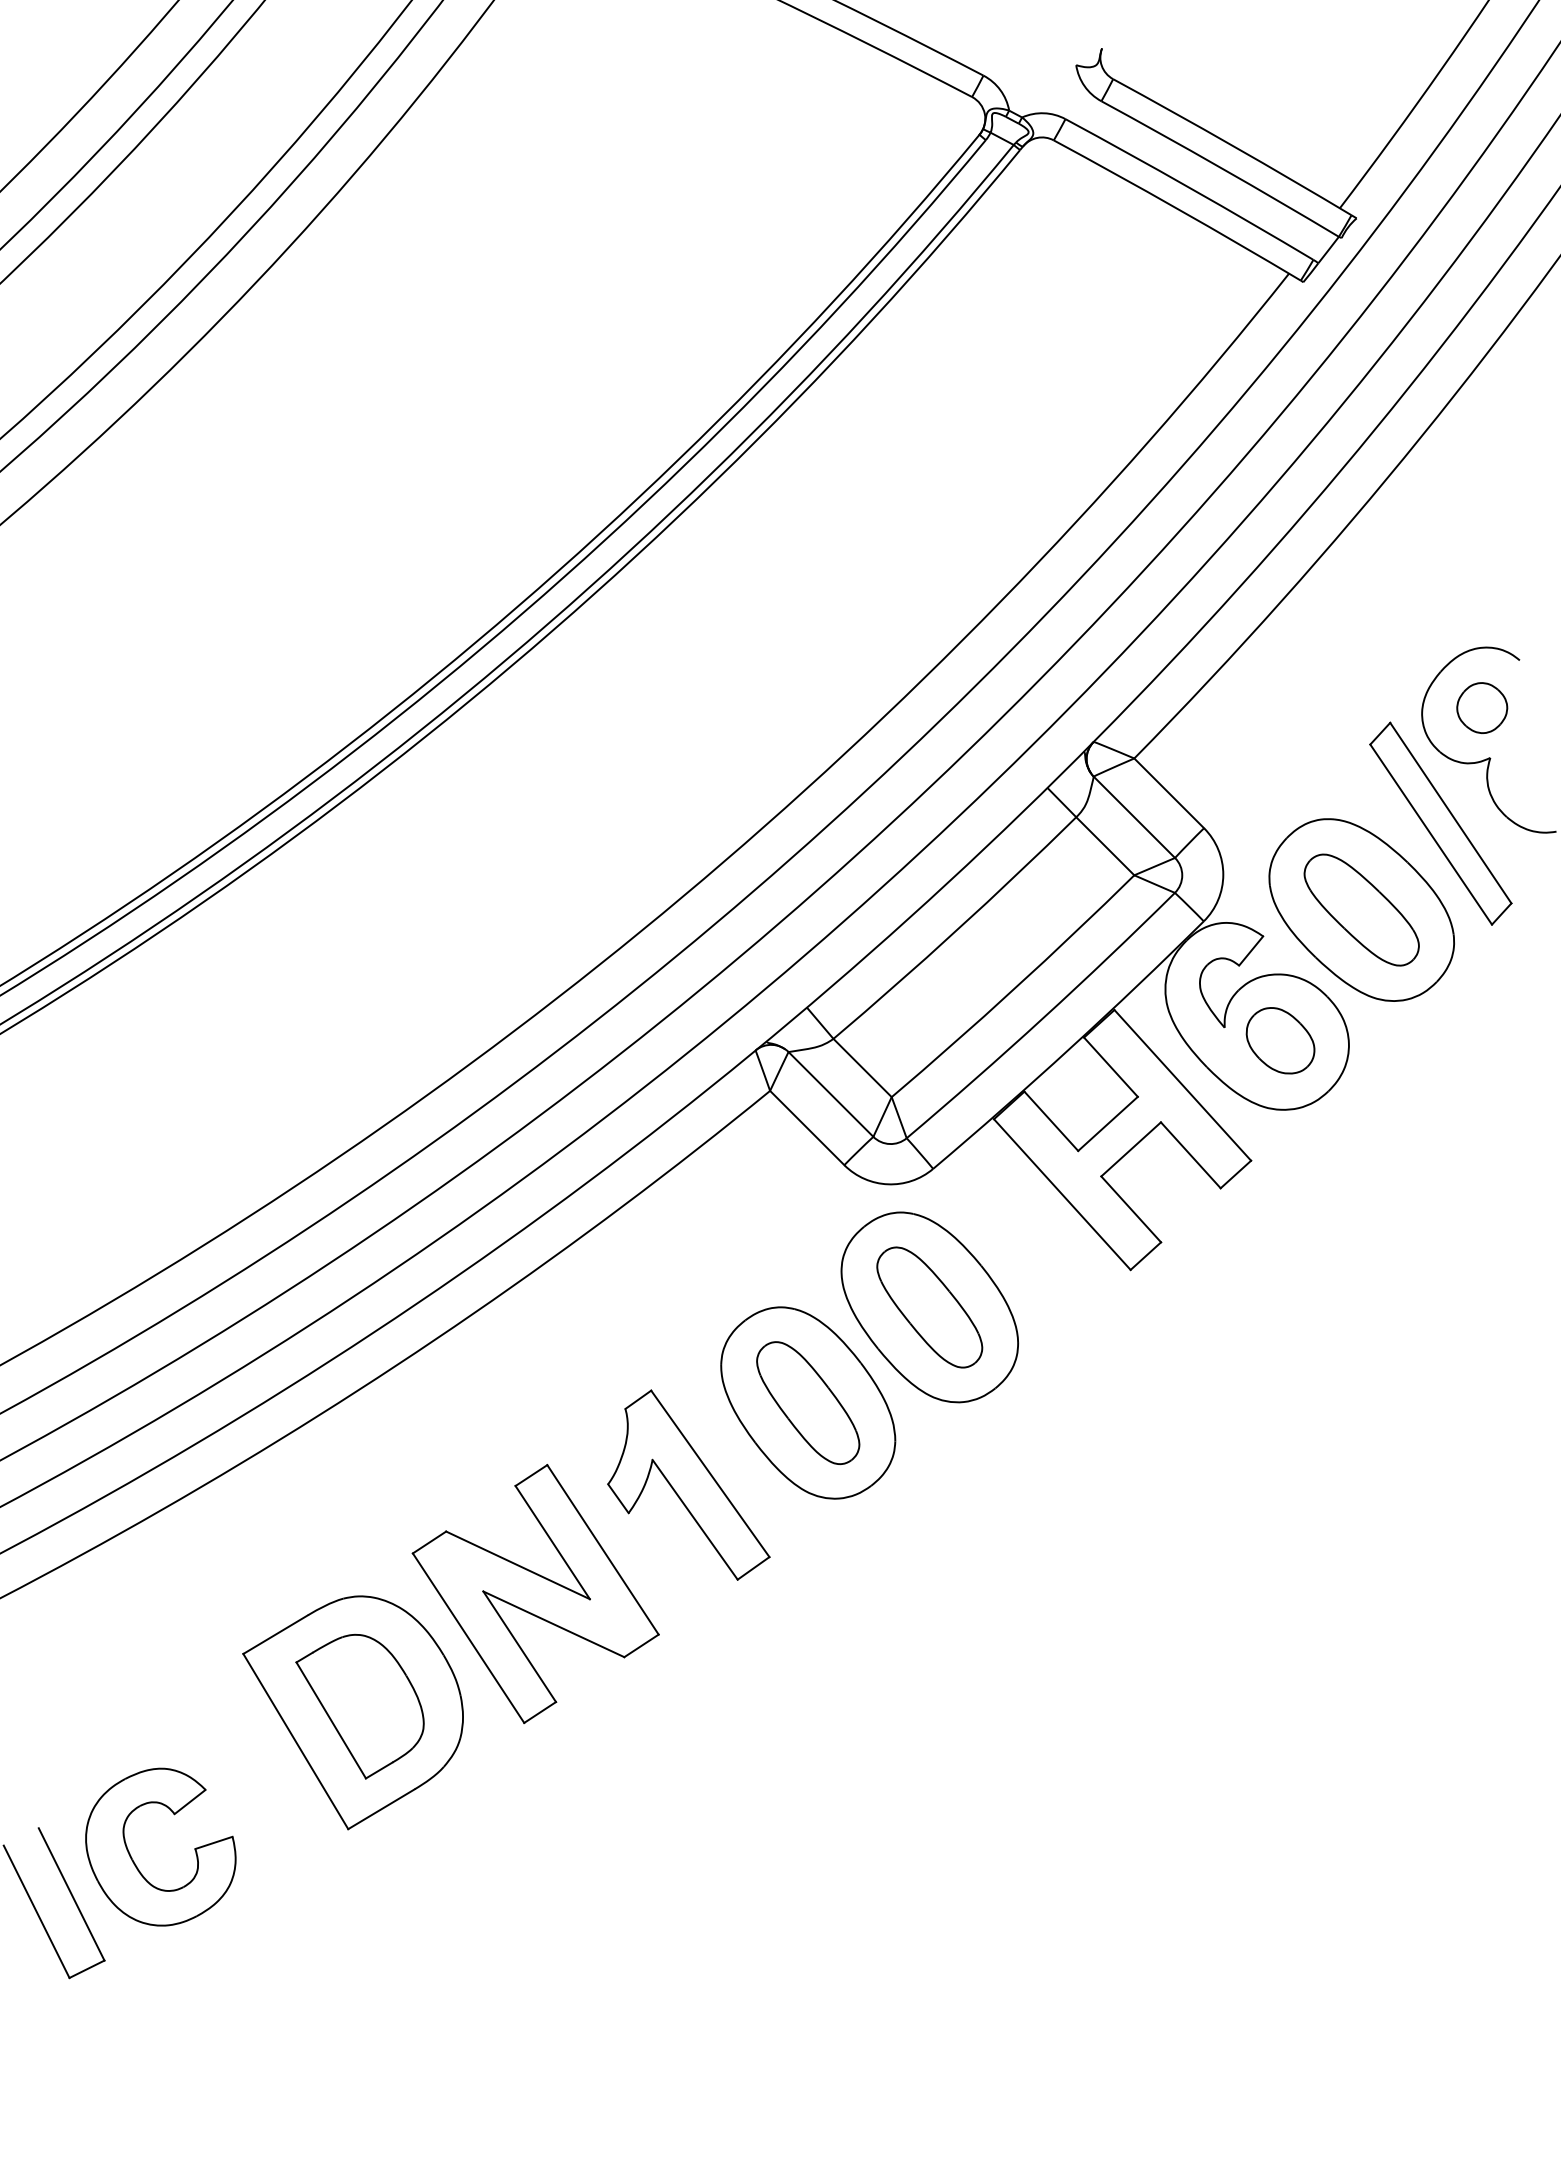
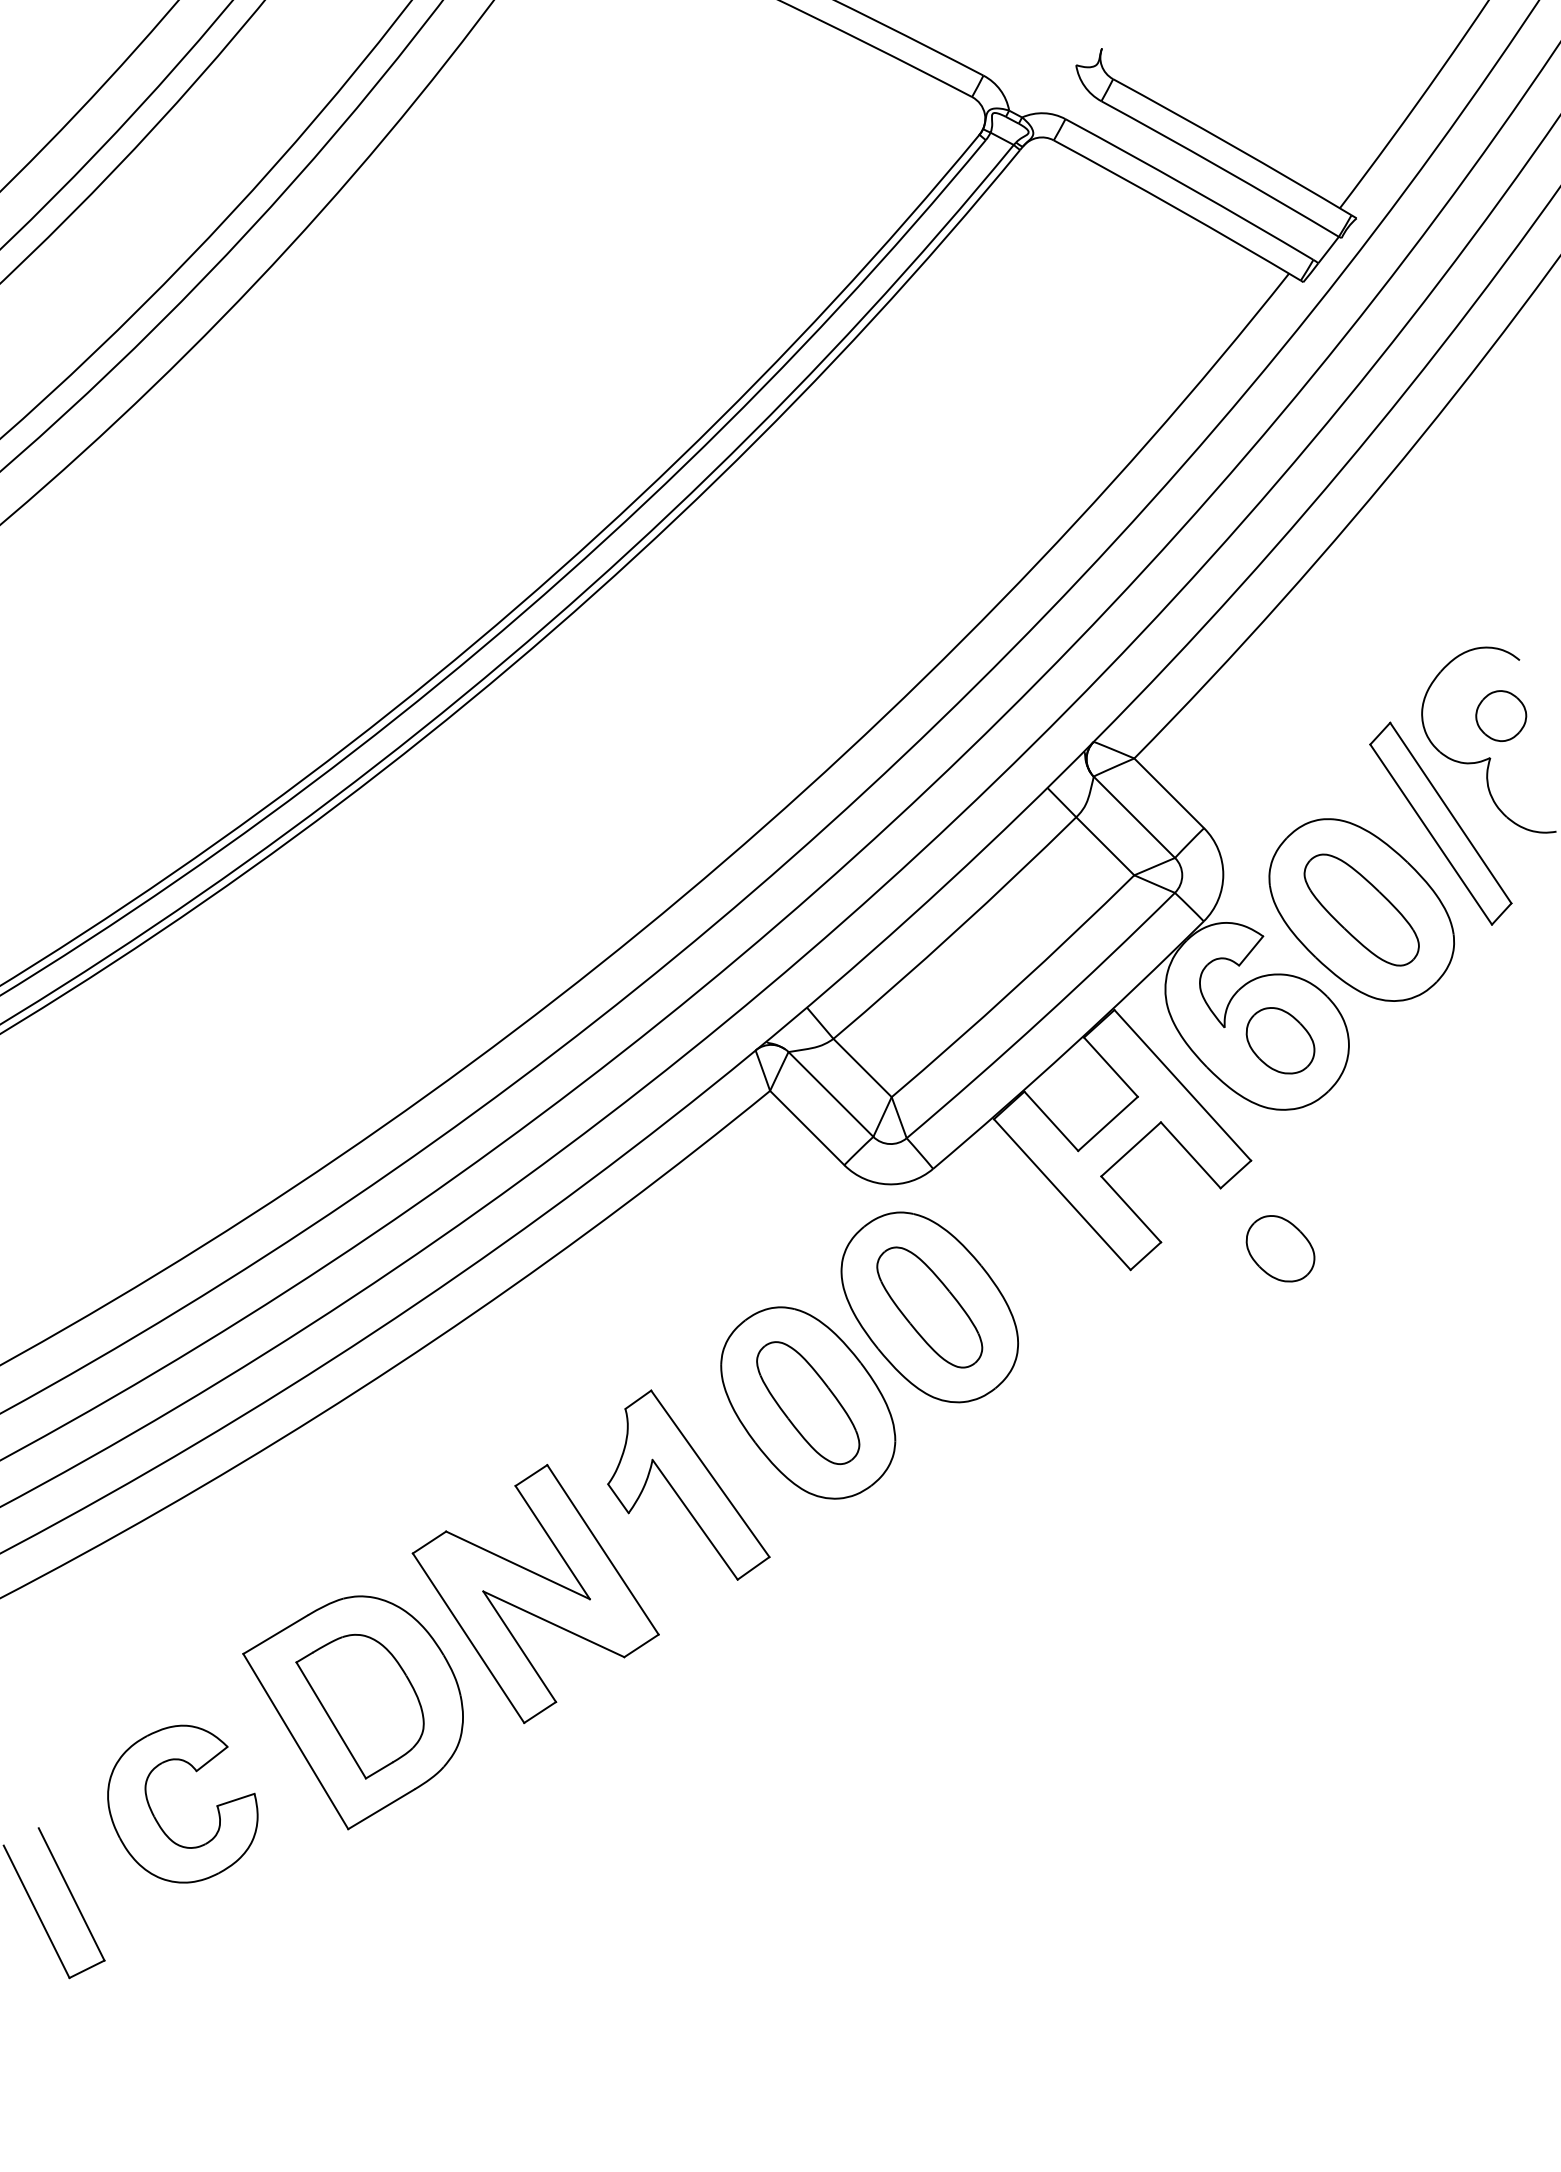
part at (1482, 707) position: (1482, 707) -> (1501, 715)
part at (1280, 1248): none -> present
part at (133, 1859) position: (133, 1859) -> (155, 1816)
